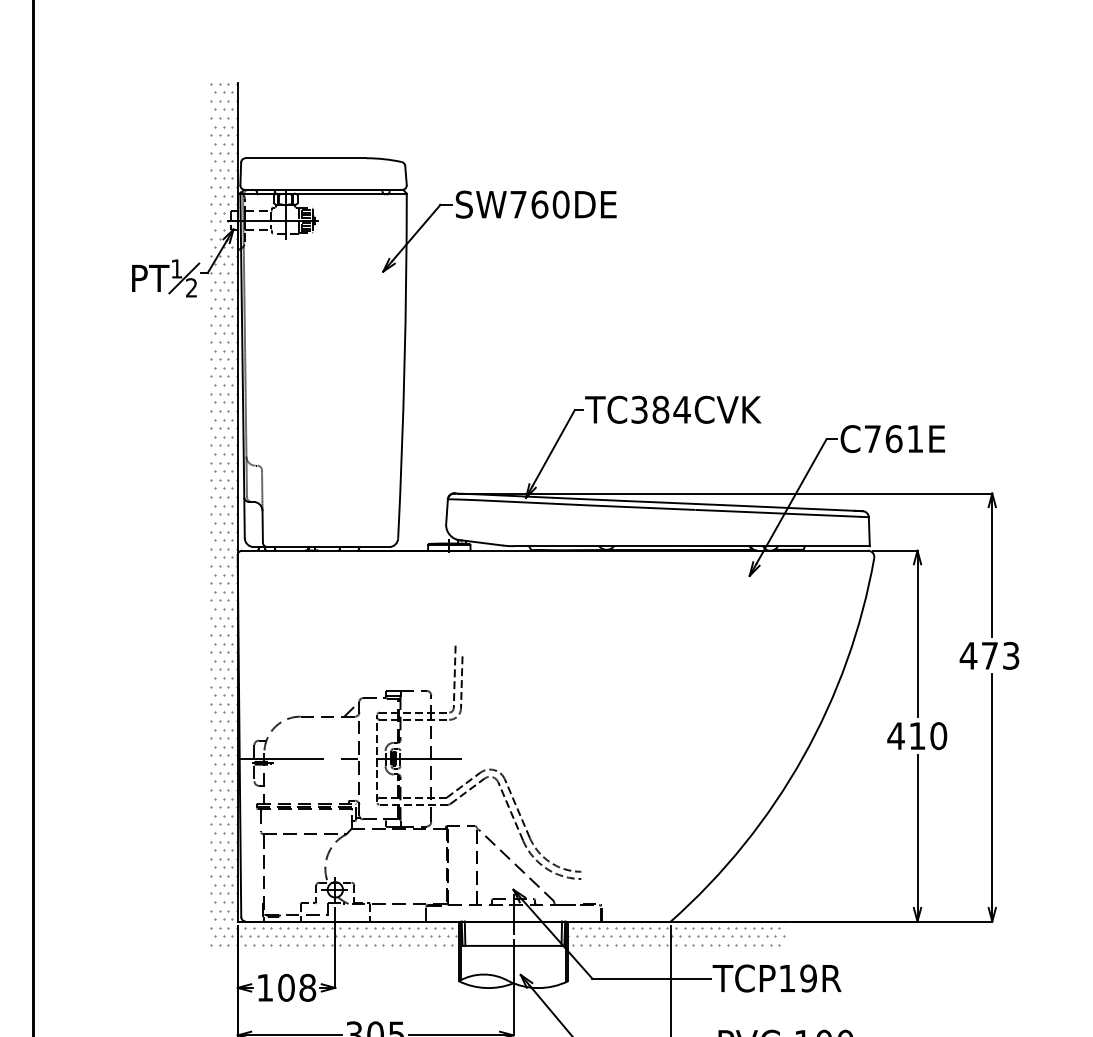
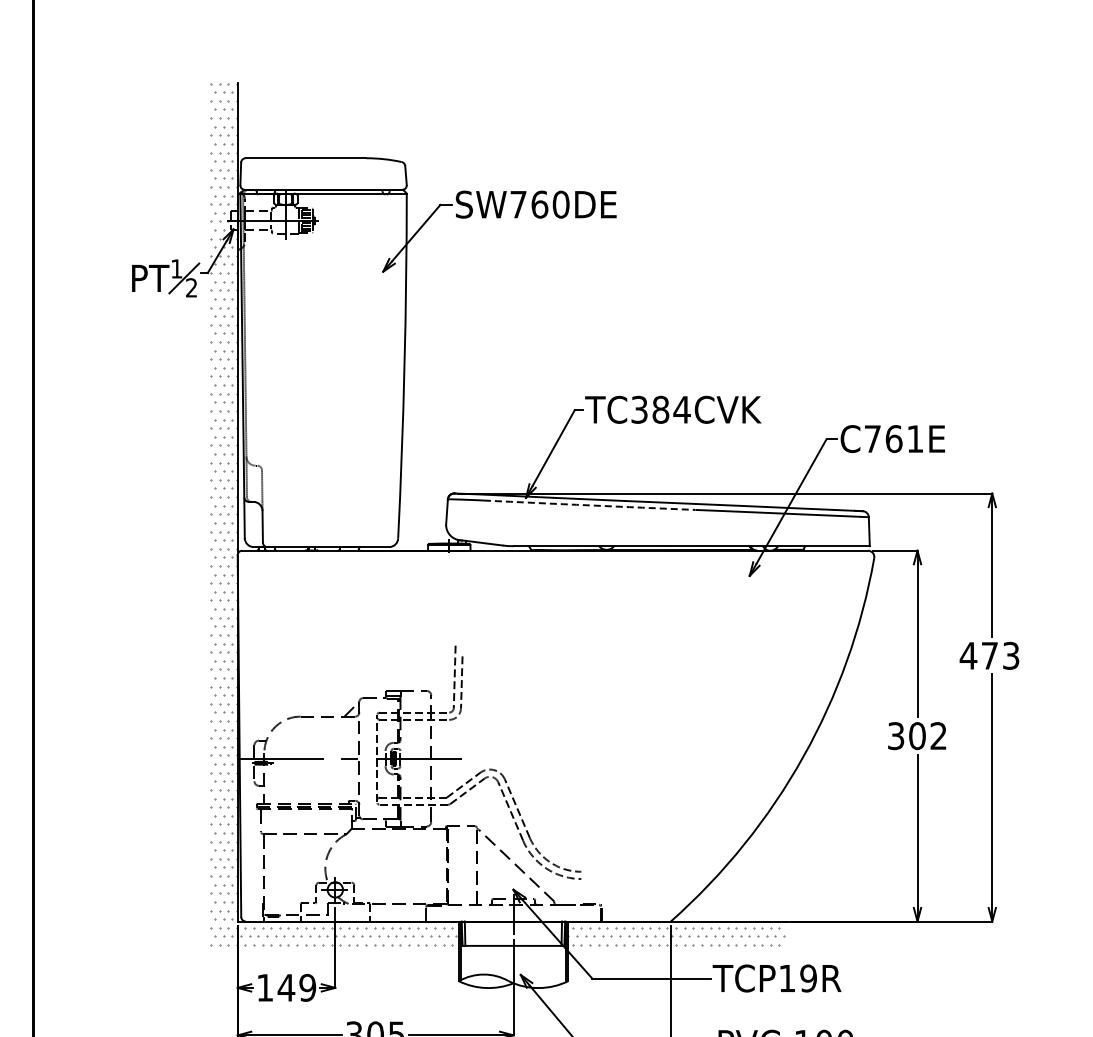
arc at (589, 505): solid -> dashed
text at (917, 736): 410 -> 302
text at (296, 987): 108 -> 149
